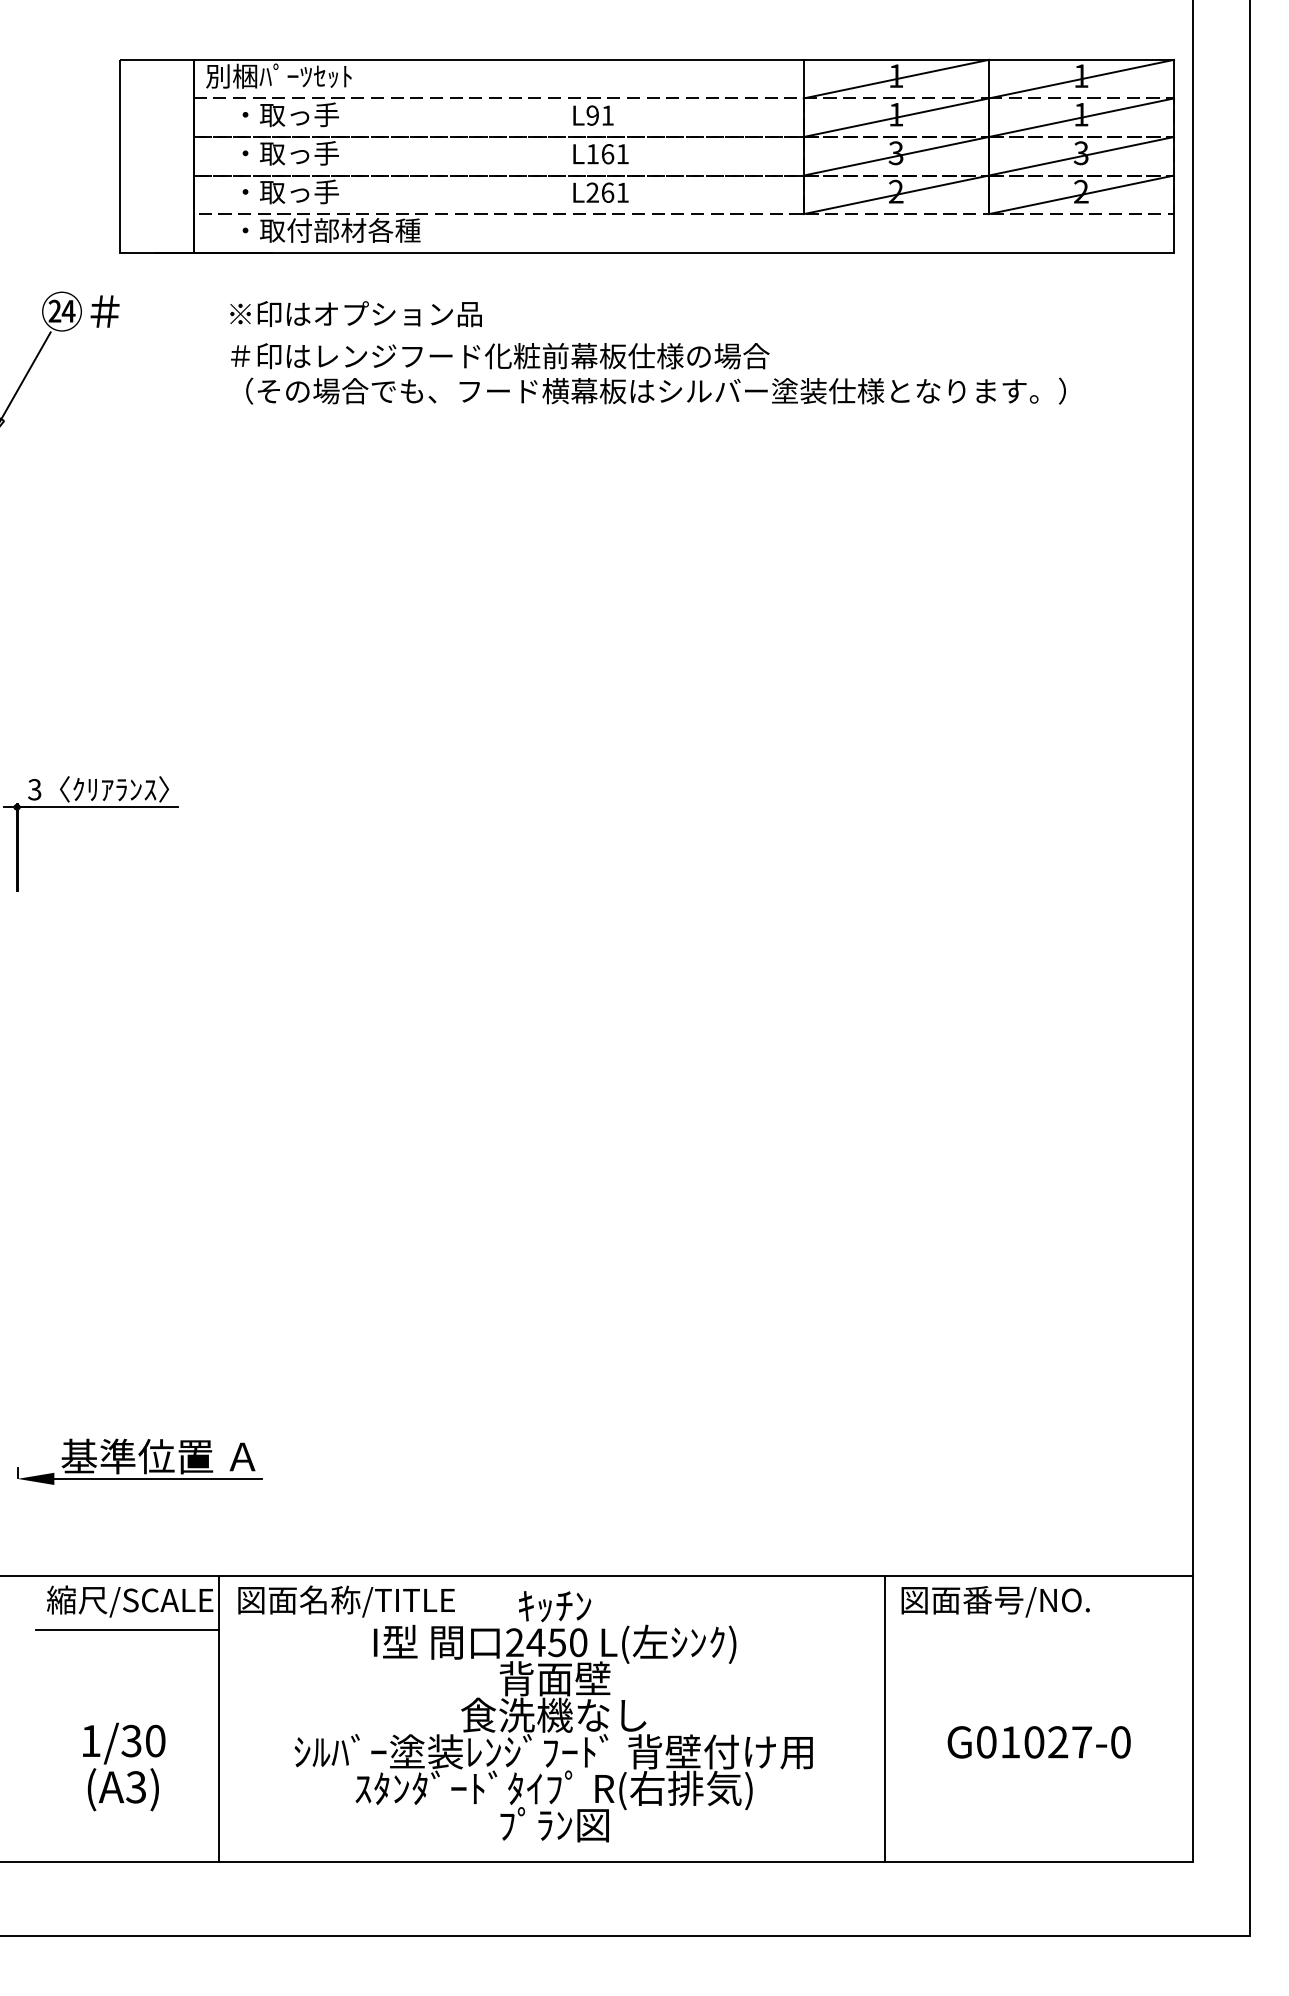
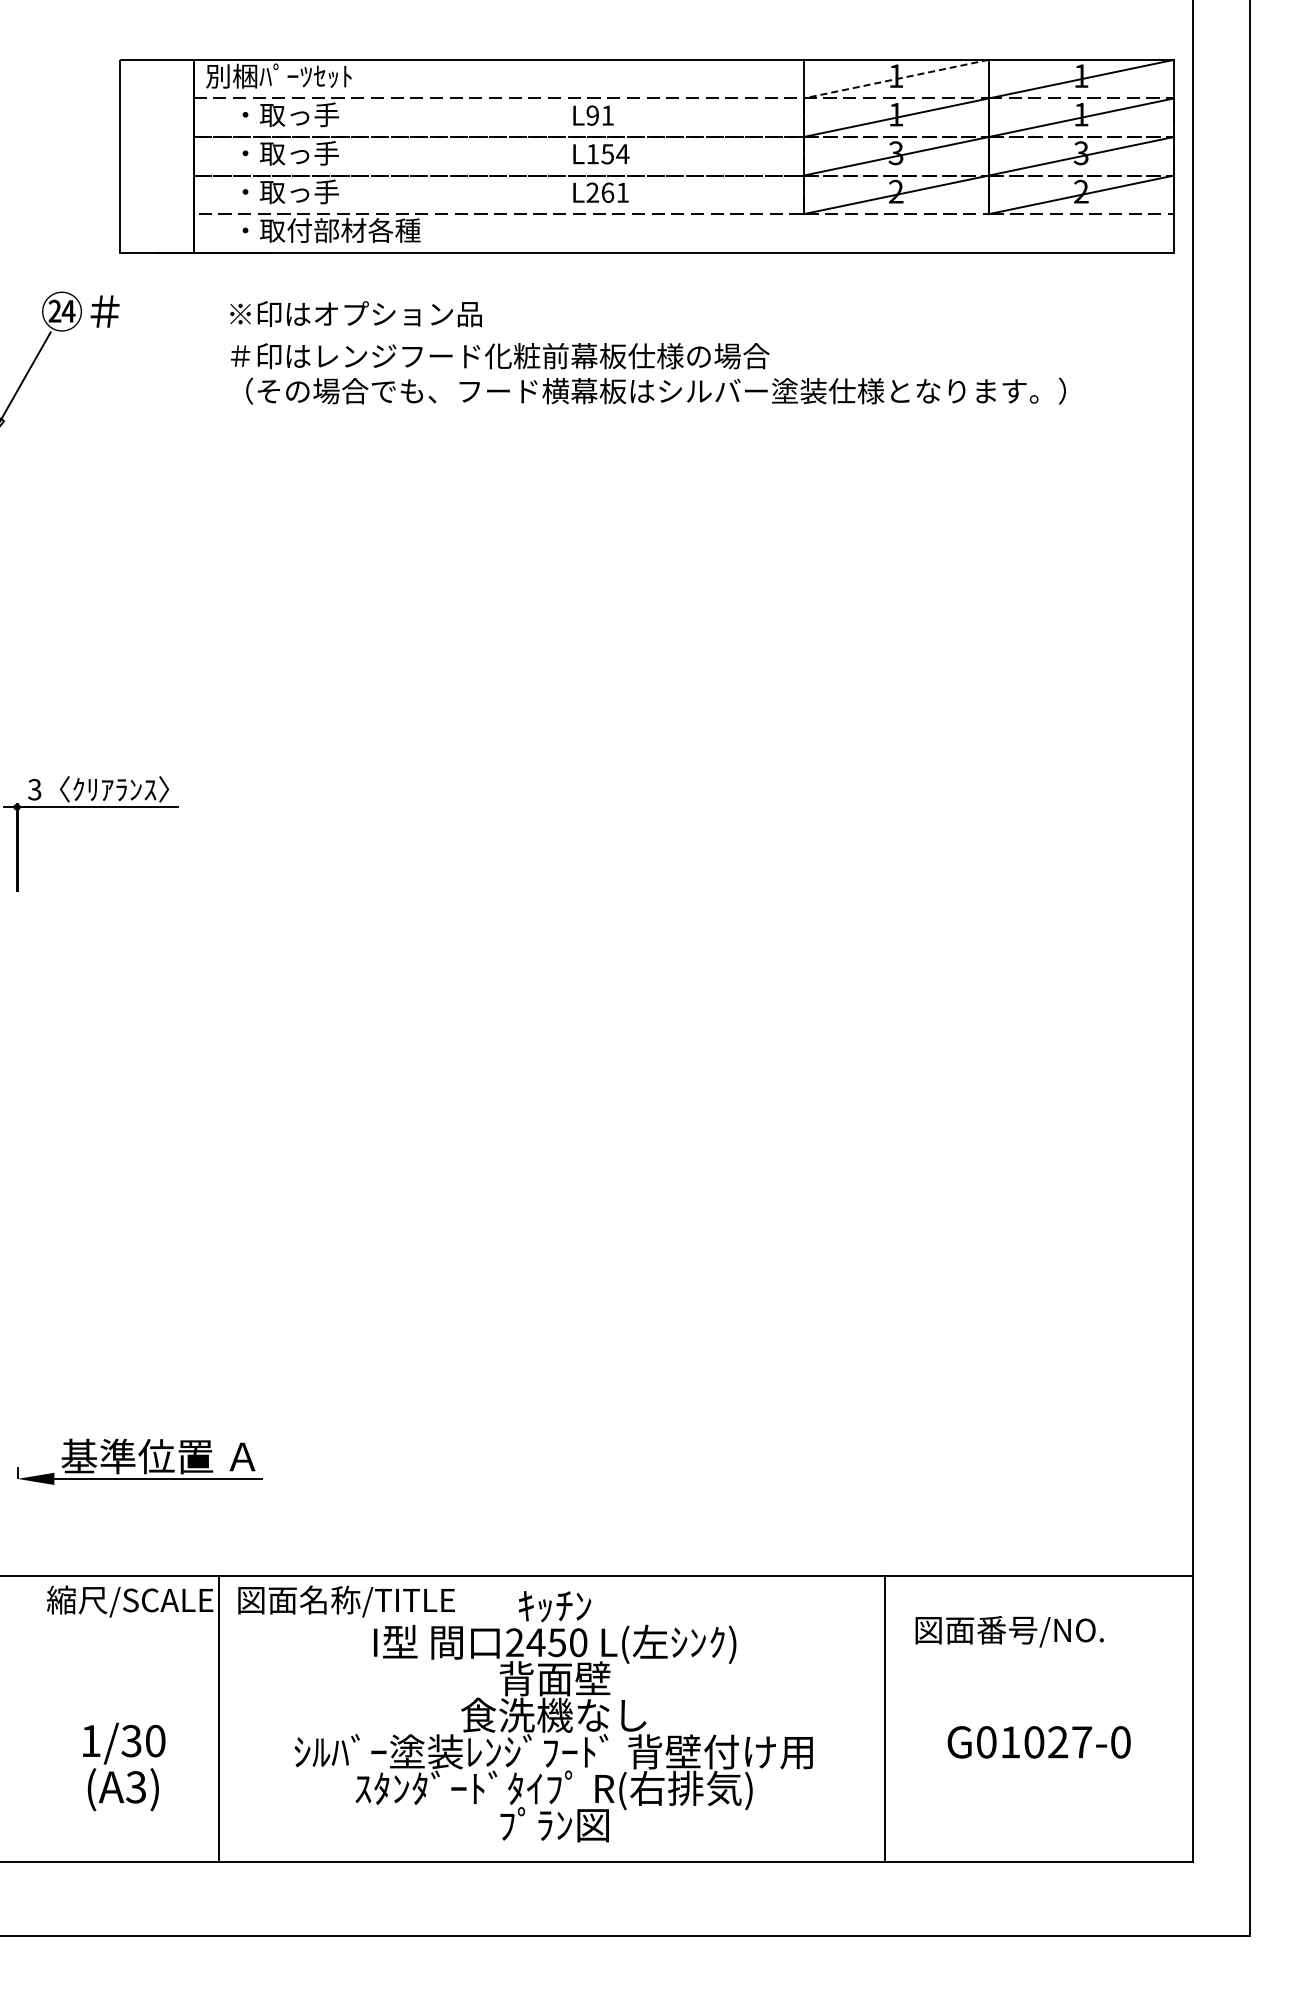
line at (896, 79): solid -> dashed
text at (615, 154): L161 -> L154
text at (995, 1601) position: (995, 1601) -> (1009, 1631)
line at (127, 1630): present -> none
